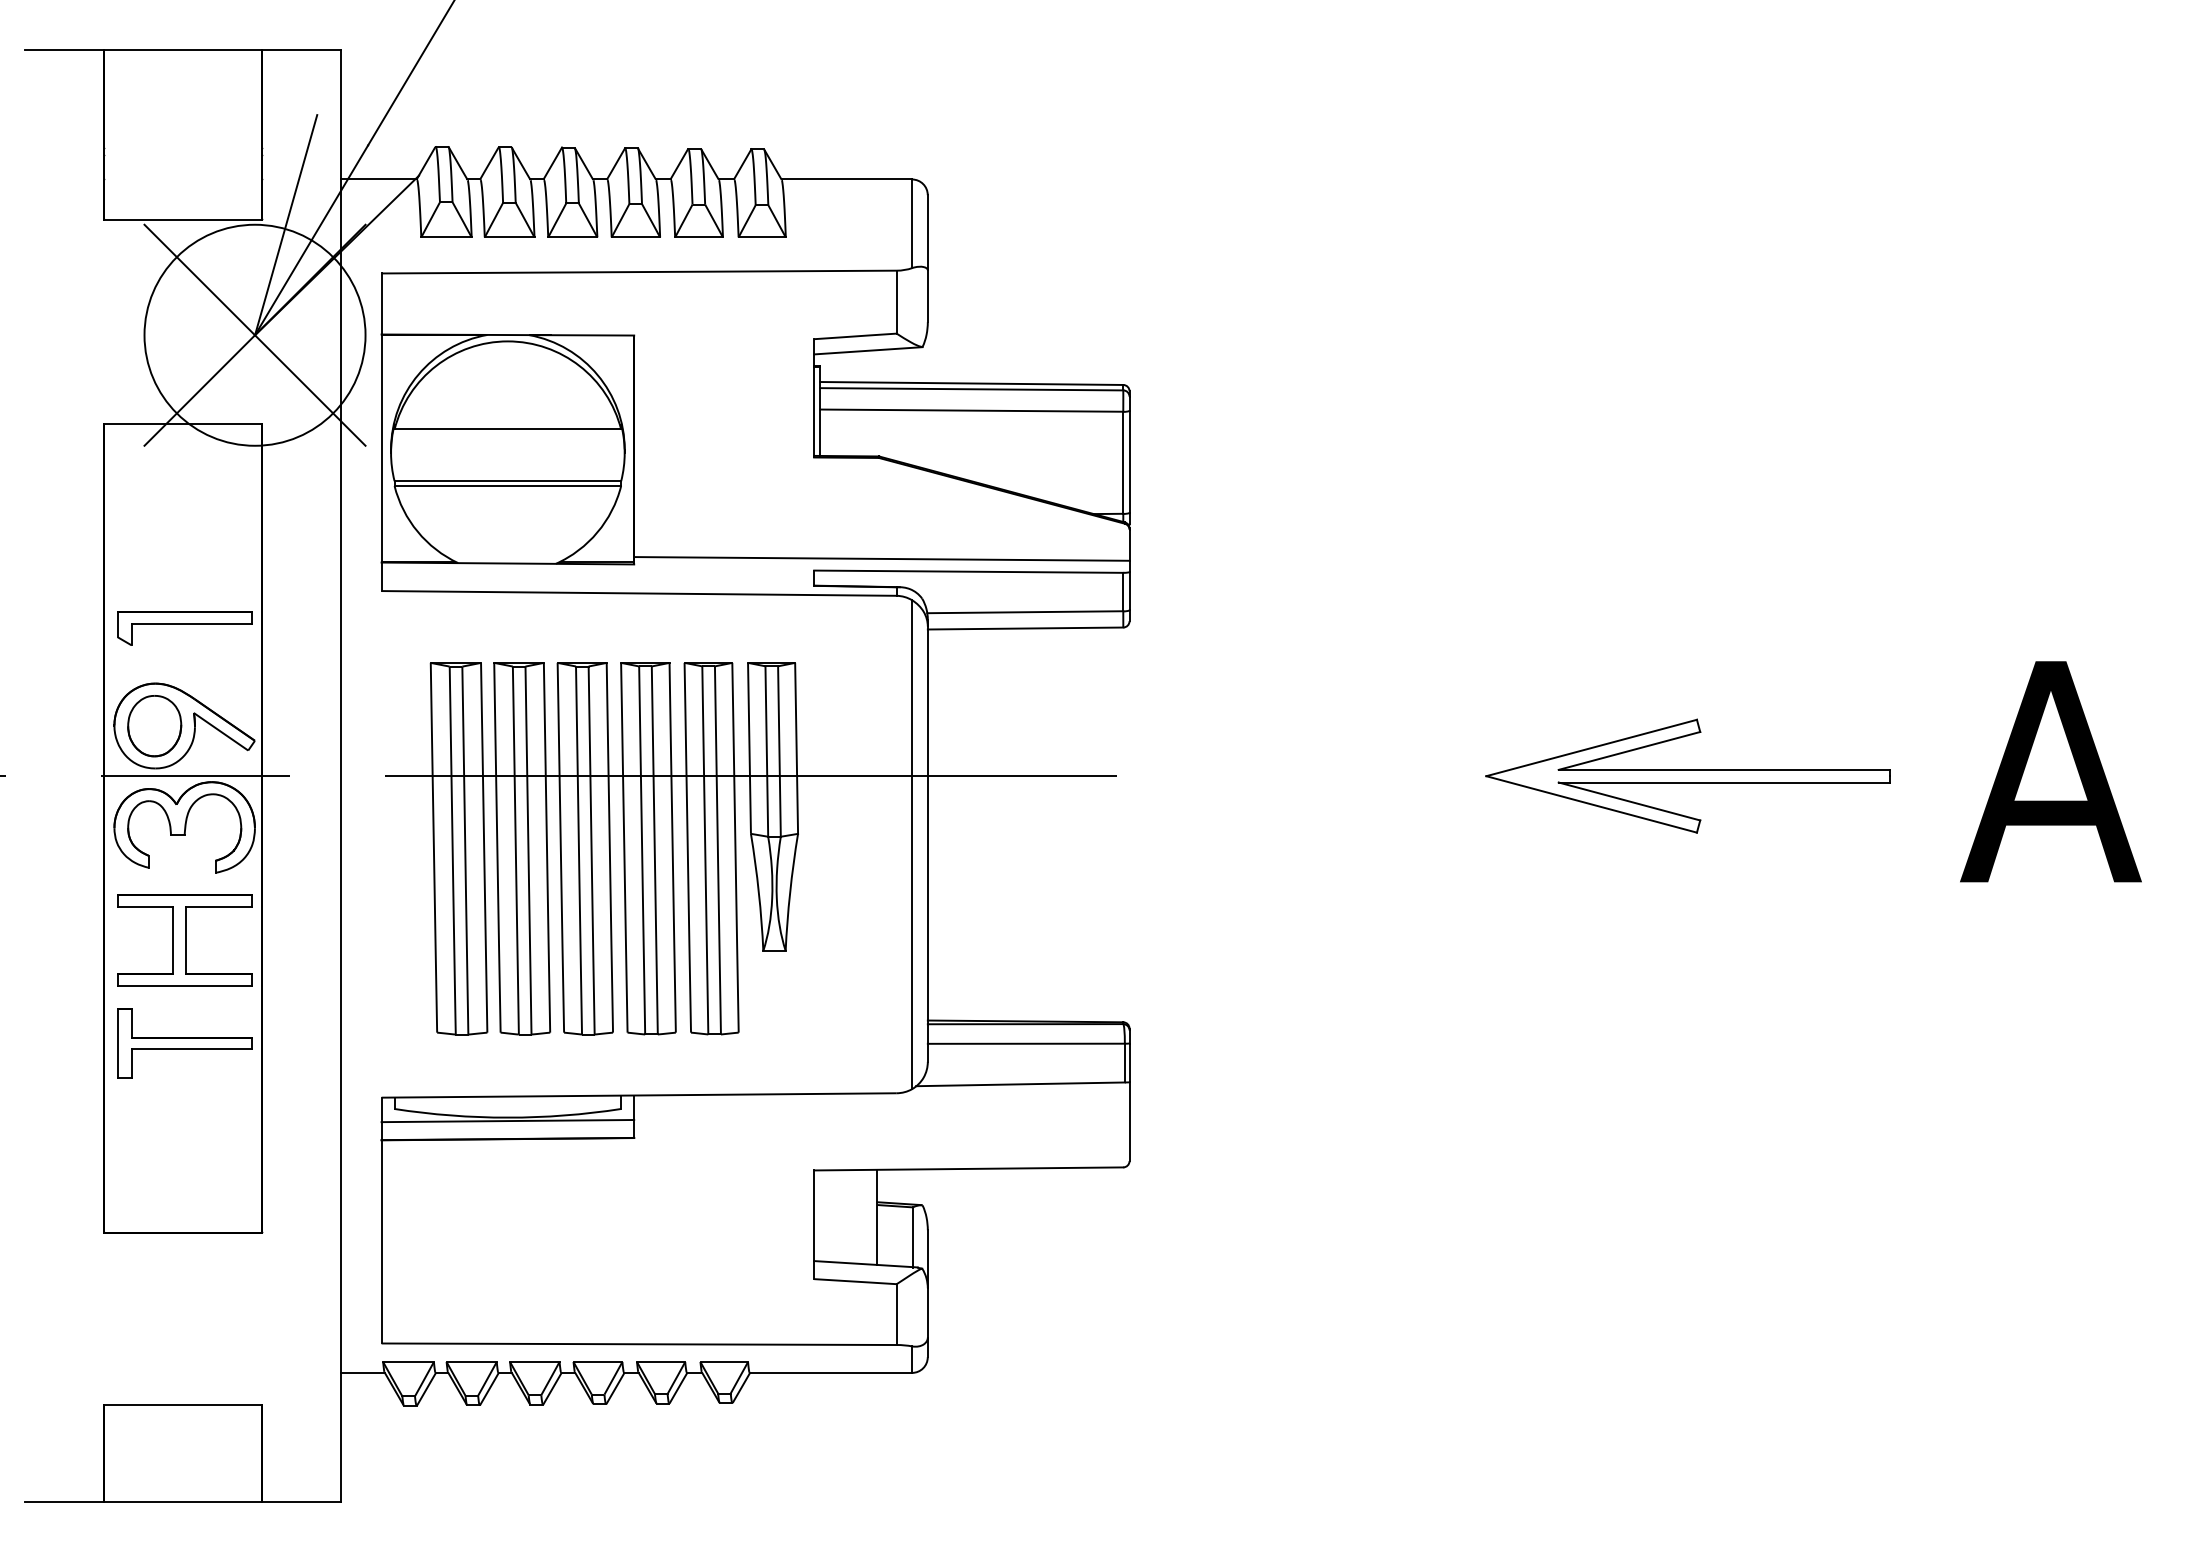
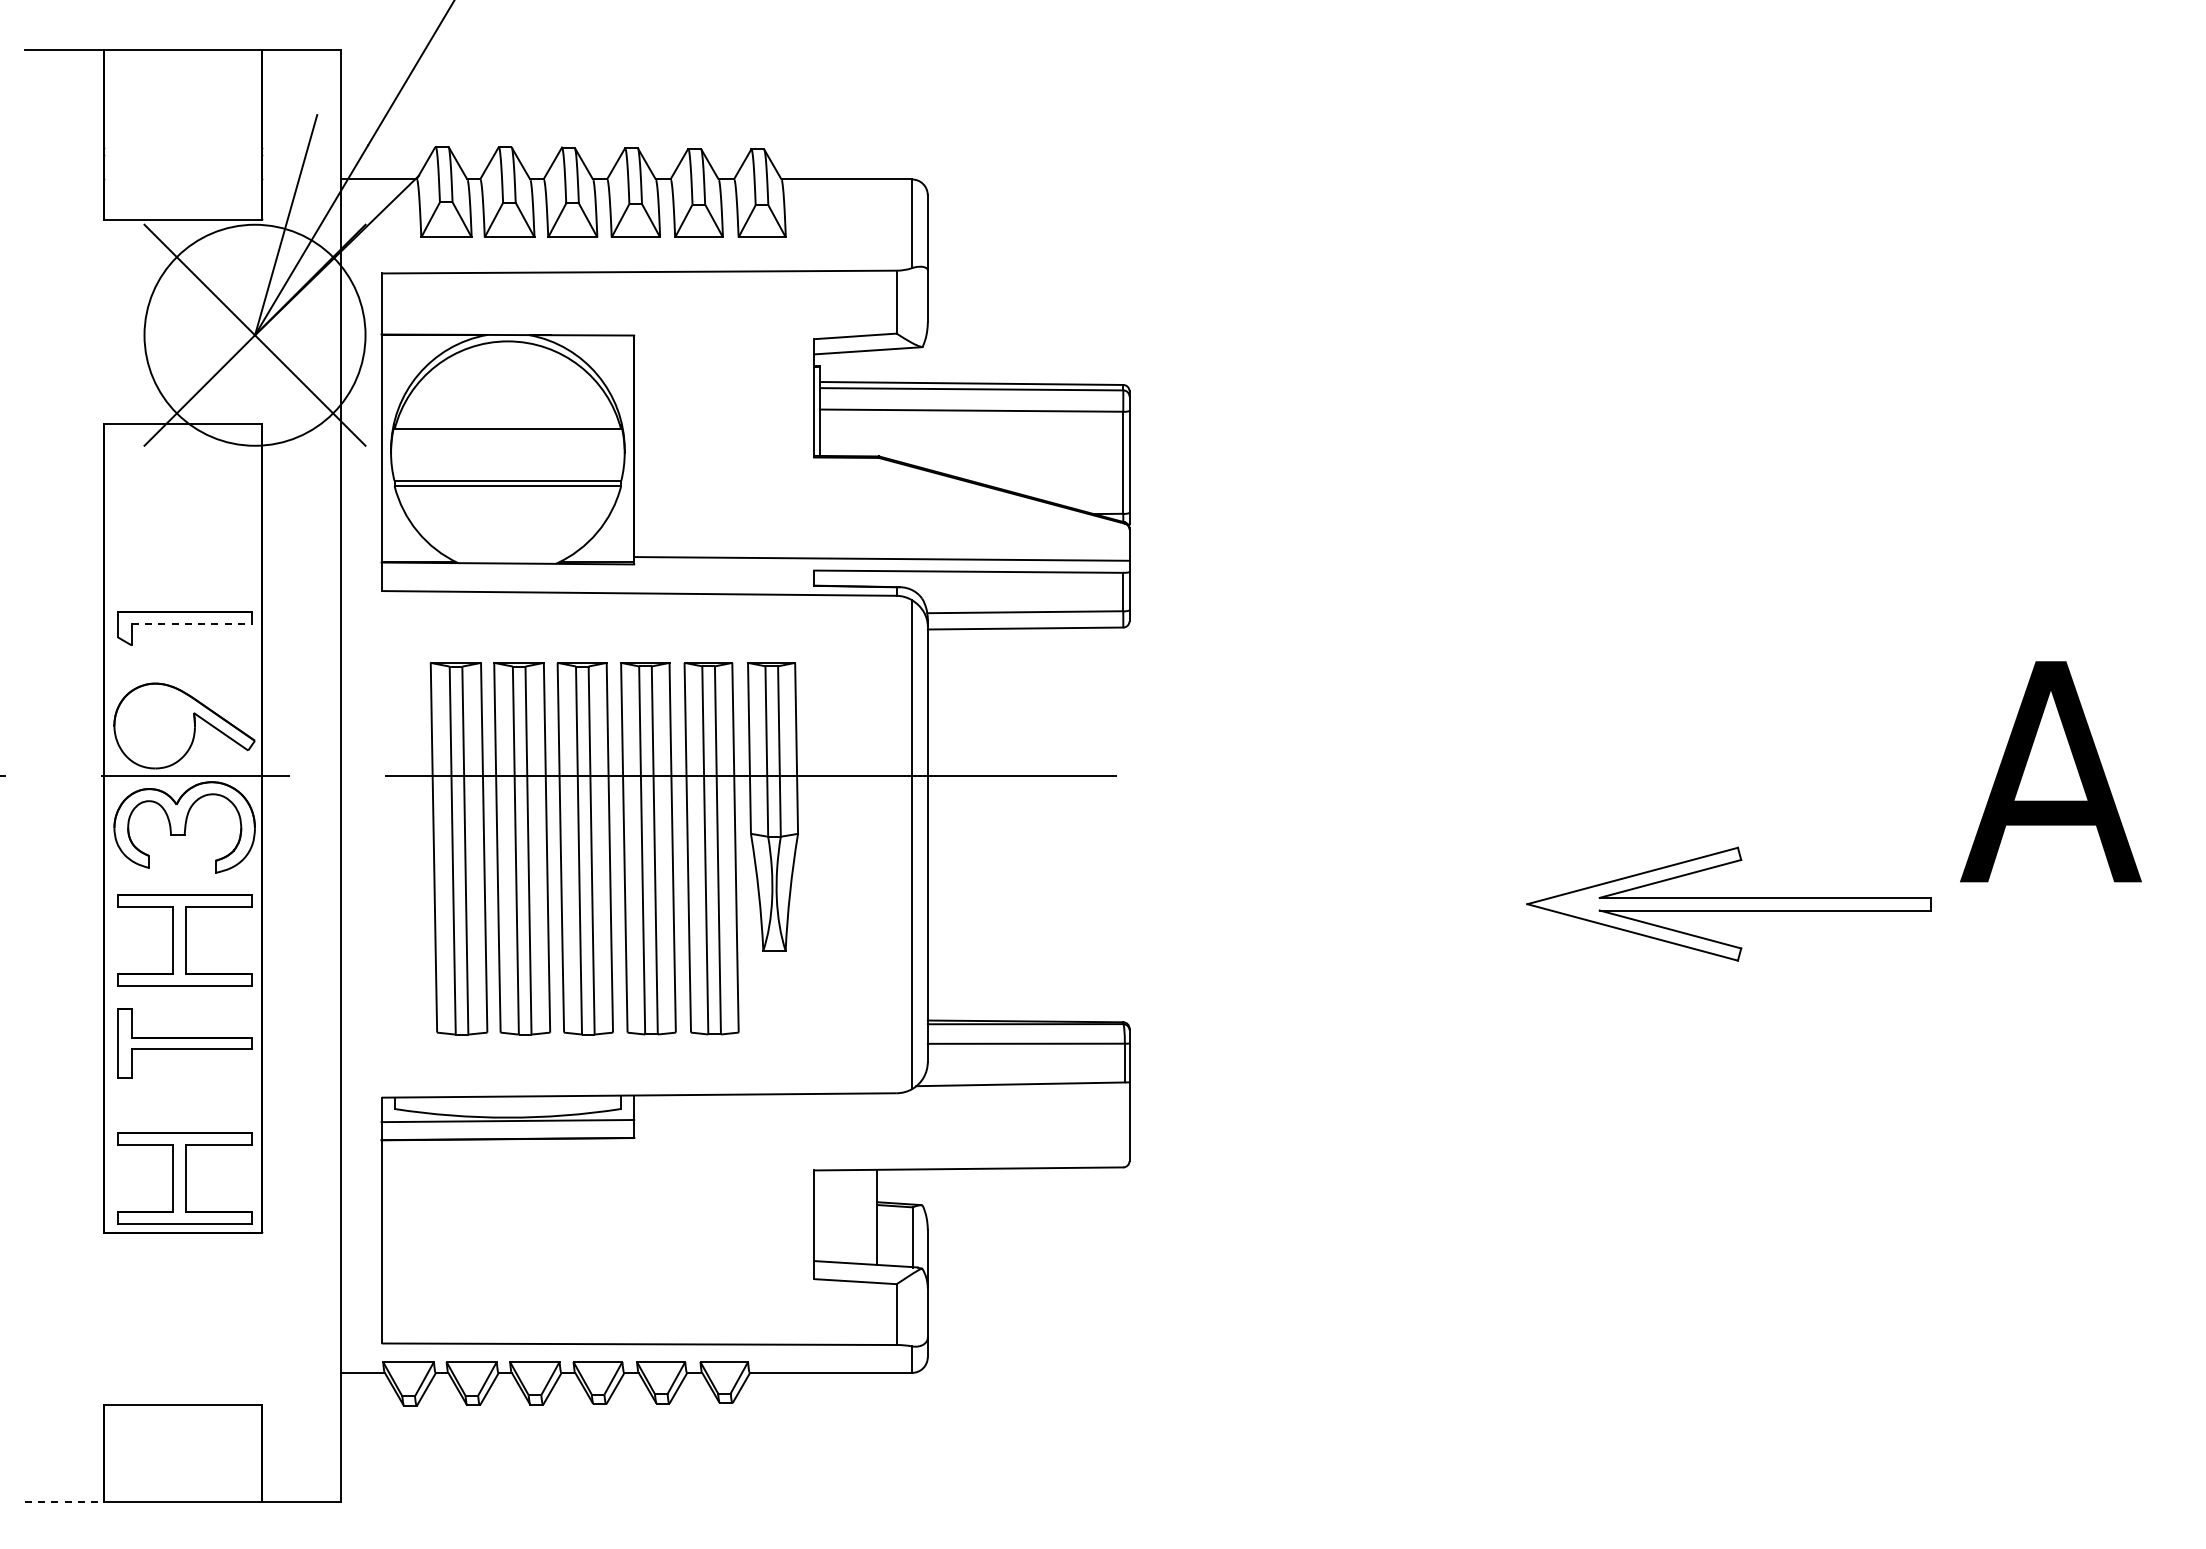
line at (191, 624): solid -> dashed
part at (154, 726): present -> none
part at (1687, 775) position: (1687, 775) -> (1728, 903)
part at (184, 1178): none -> present
line at (64, 1502): solid -> dashed
